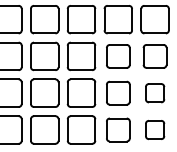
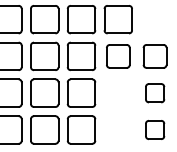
part at (154, 19): present -> none
part at (118, 92): present -> none
part at (118, 129): present -> none
